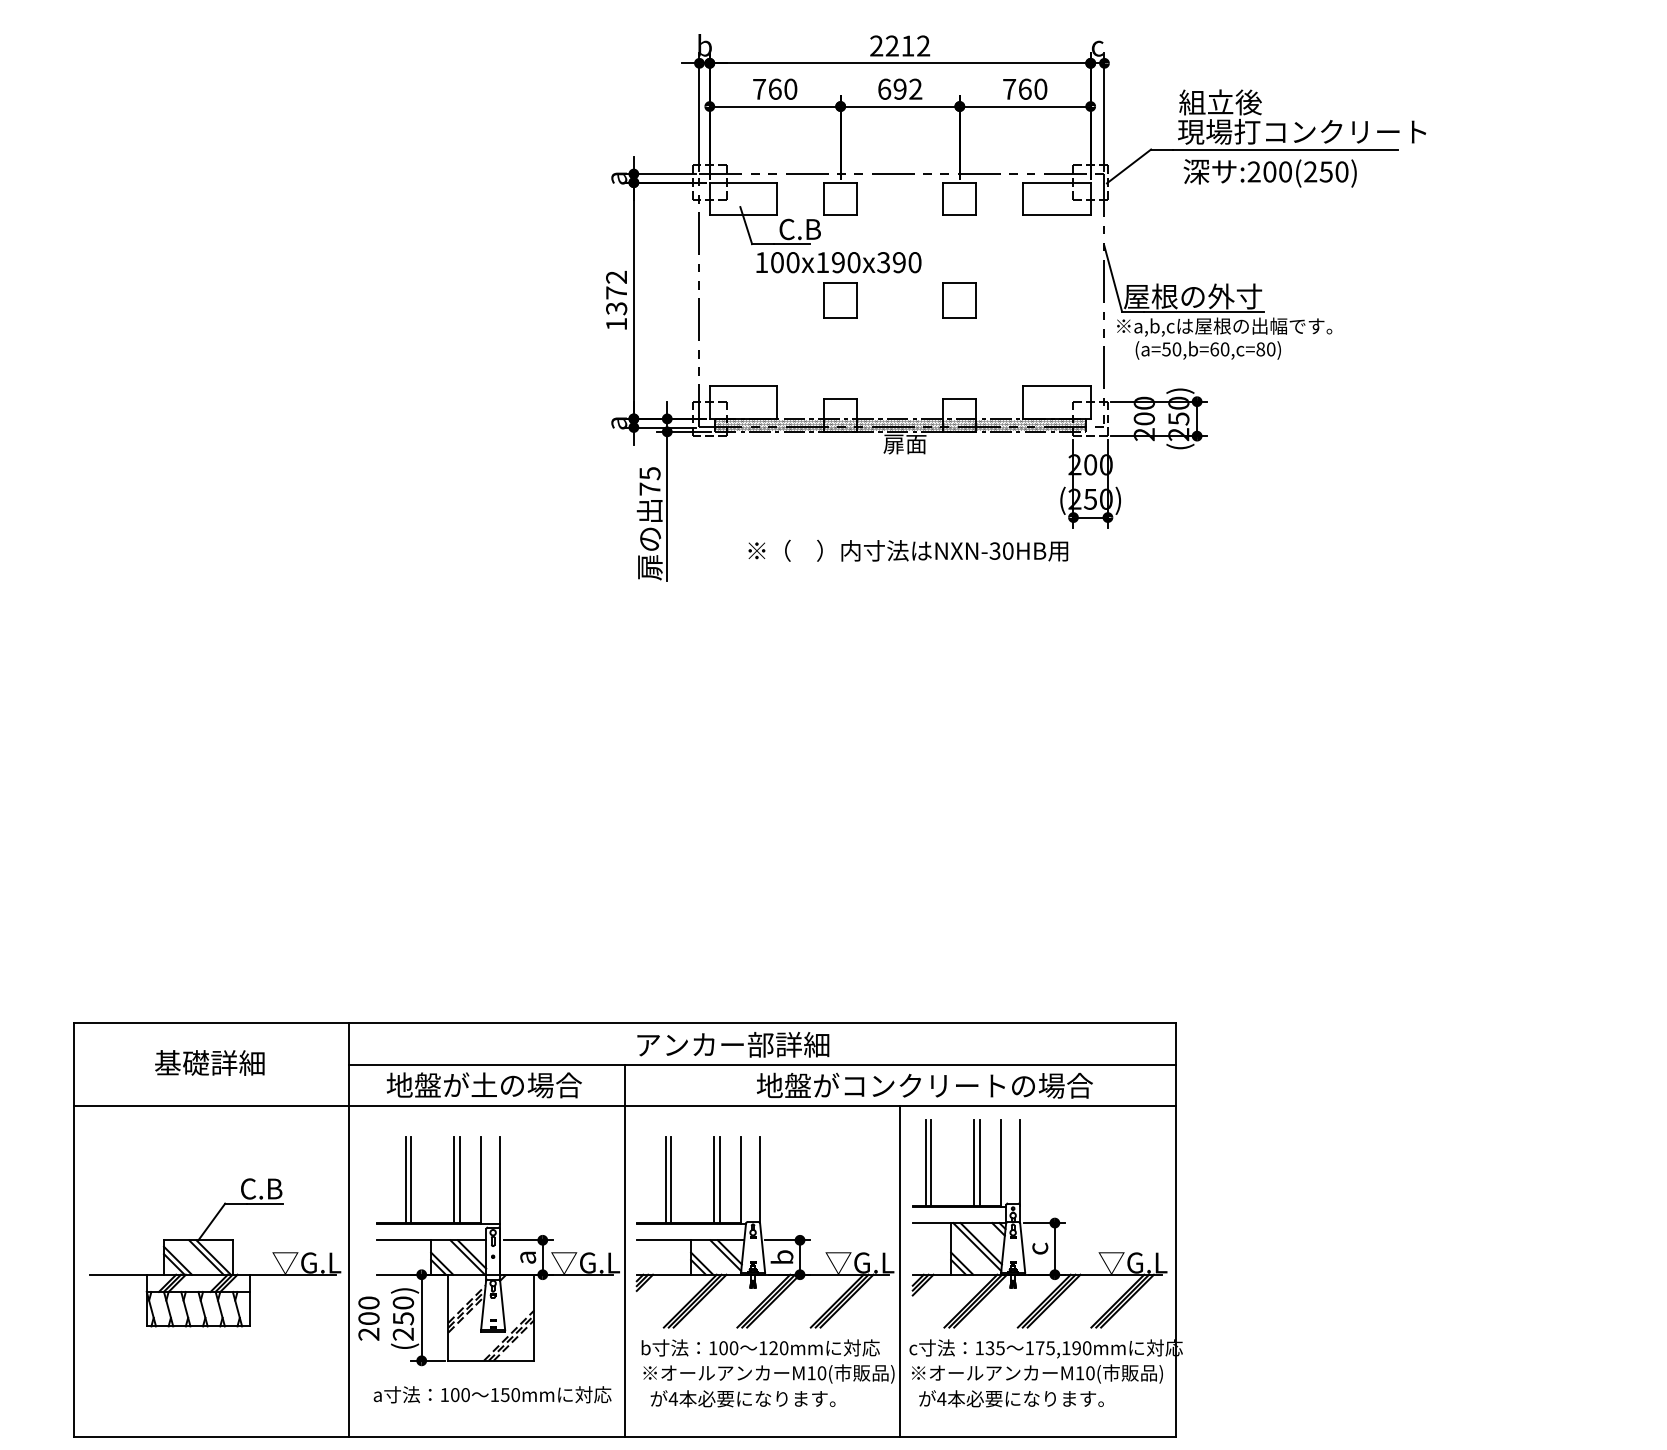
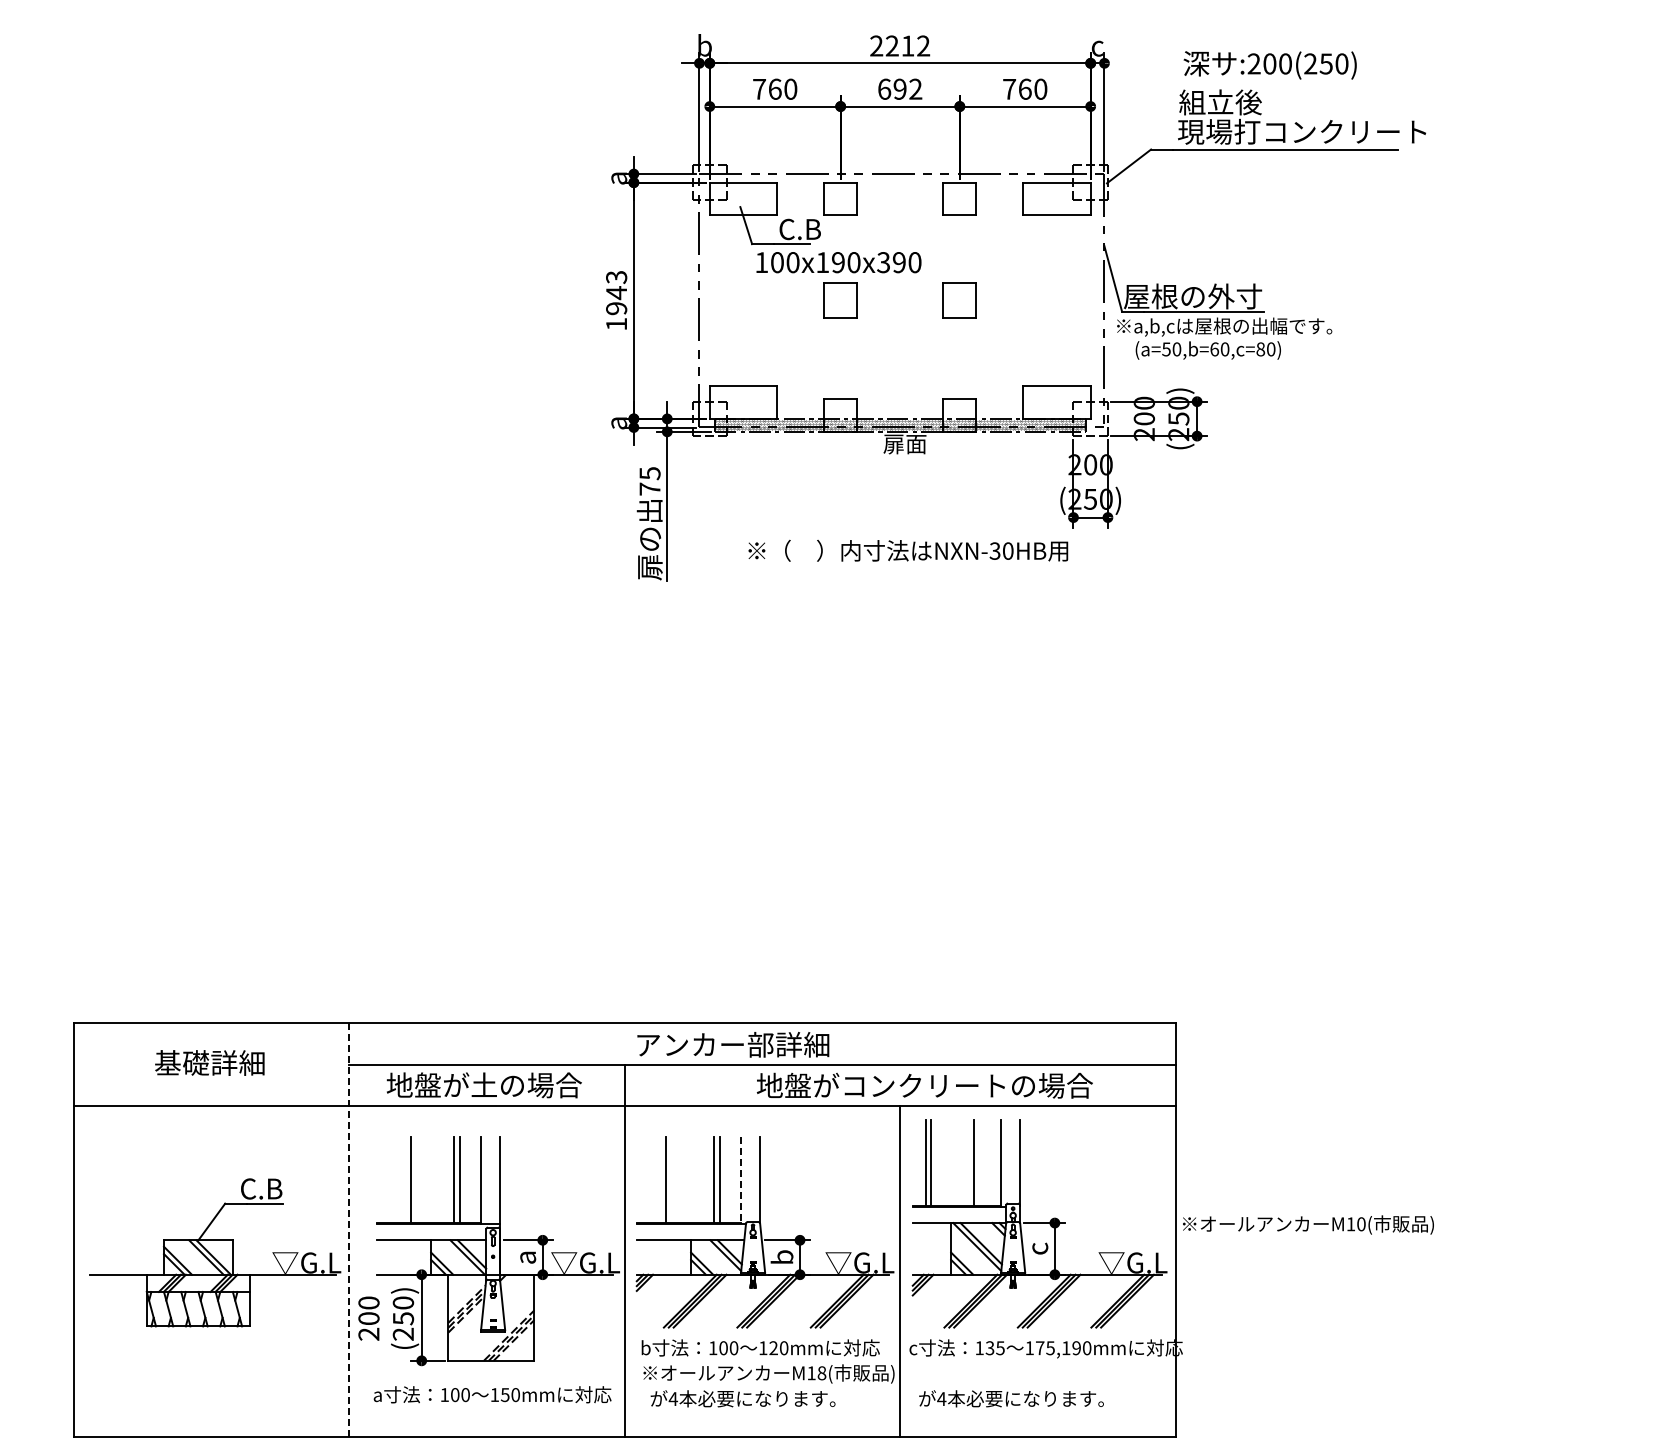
text at (1269, 173) position: (1269, 173) -> (1269, 65)
text at (616, 292): 1372 -> 1943
line at (979, 1162): present -> none
line at (406, 1179): present -> none
line at (671, 1179): present -> none
line at (741, 1180): solid -> dashed
line at (349, 1230): solid -> dashed
text at (821, 1373): M10( -> M18(
text at (1037, 1373) position: (1037, 1373) -> (1308, 1224)
